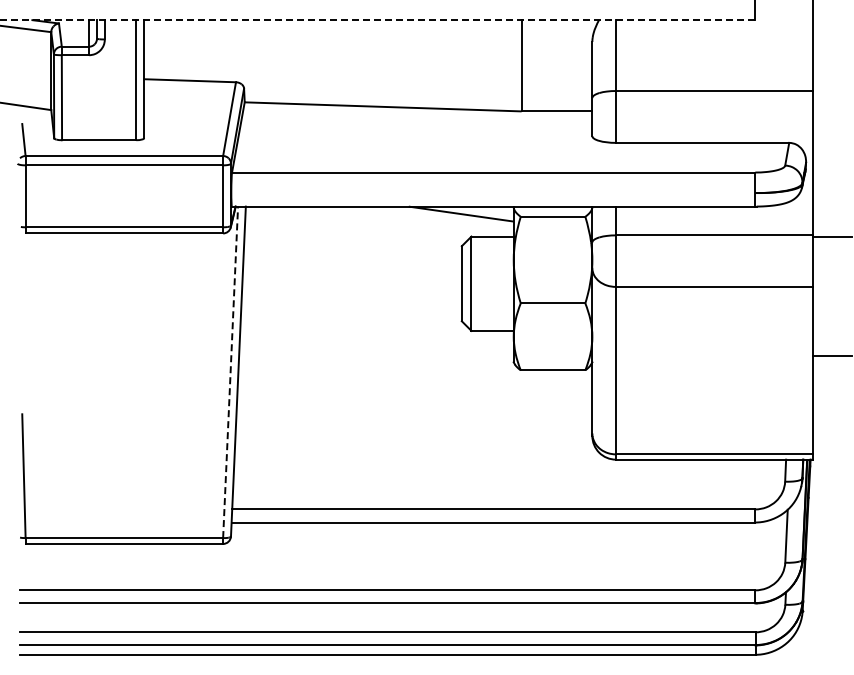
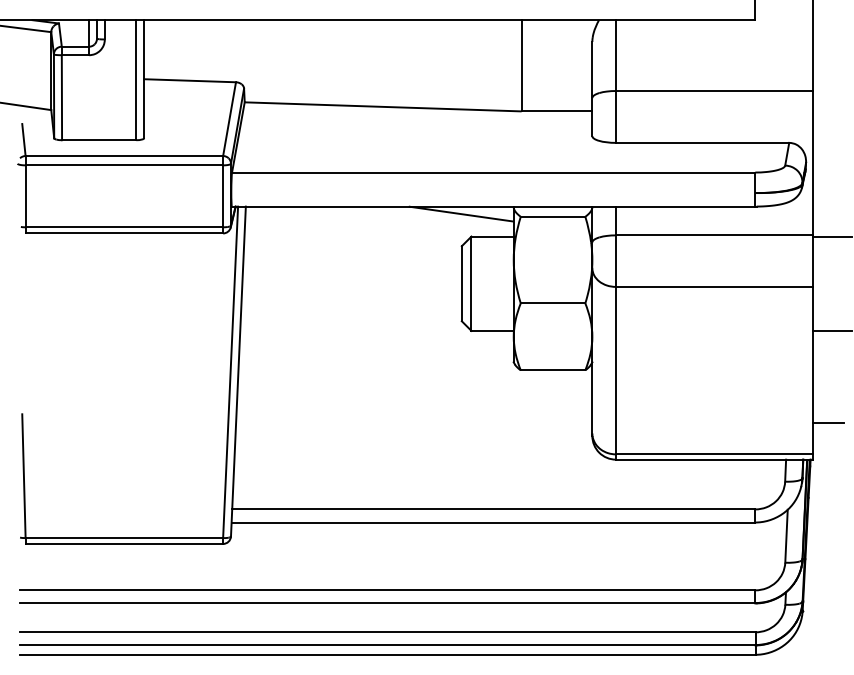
line at (377, 20): dashed -> solid
line at (831, 355) position: (831, 355) -> (831, 330)
line at (230, 372): dashed -> solid
line at (828, 423): none -> present
